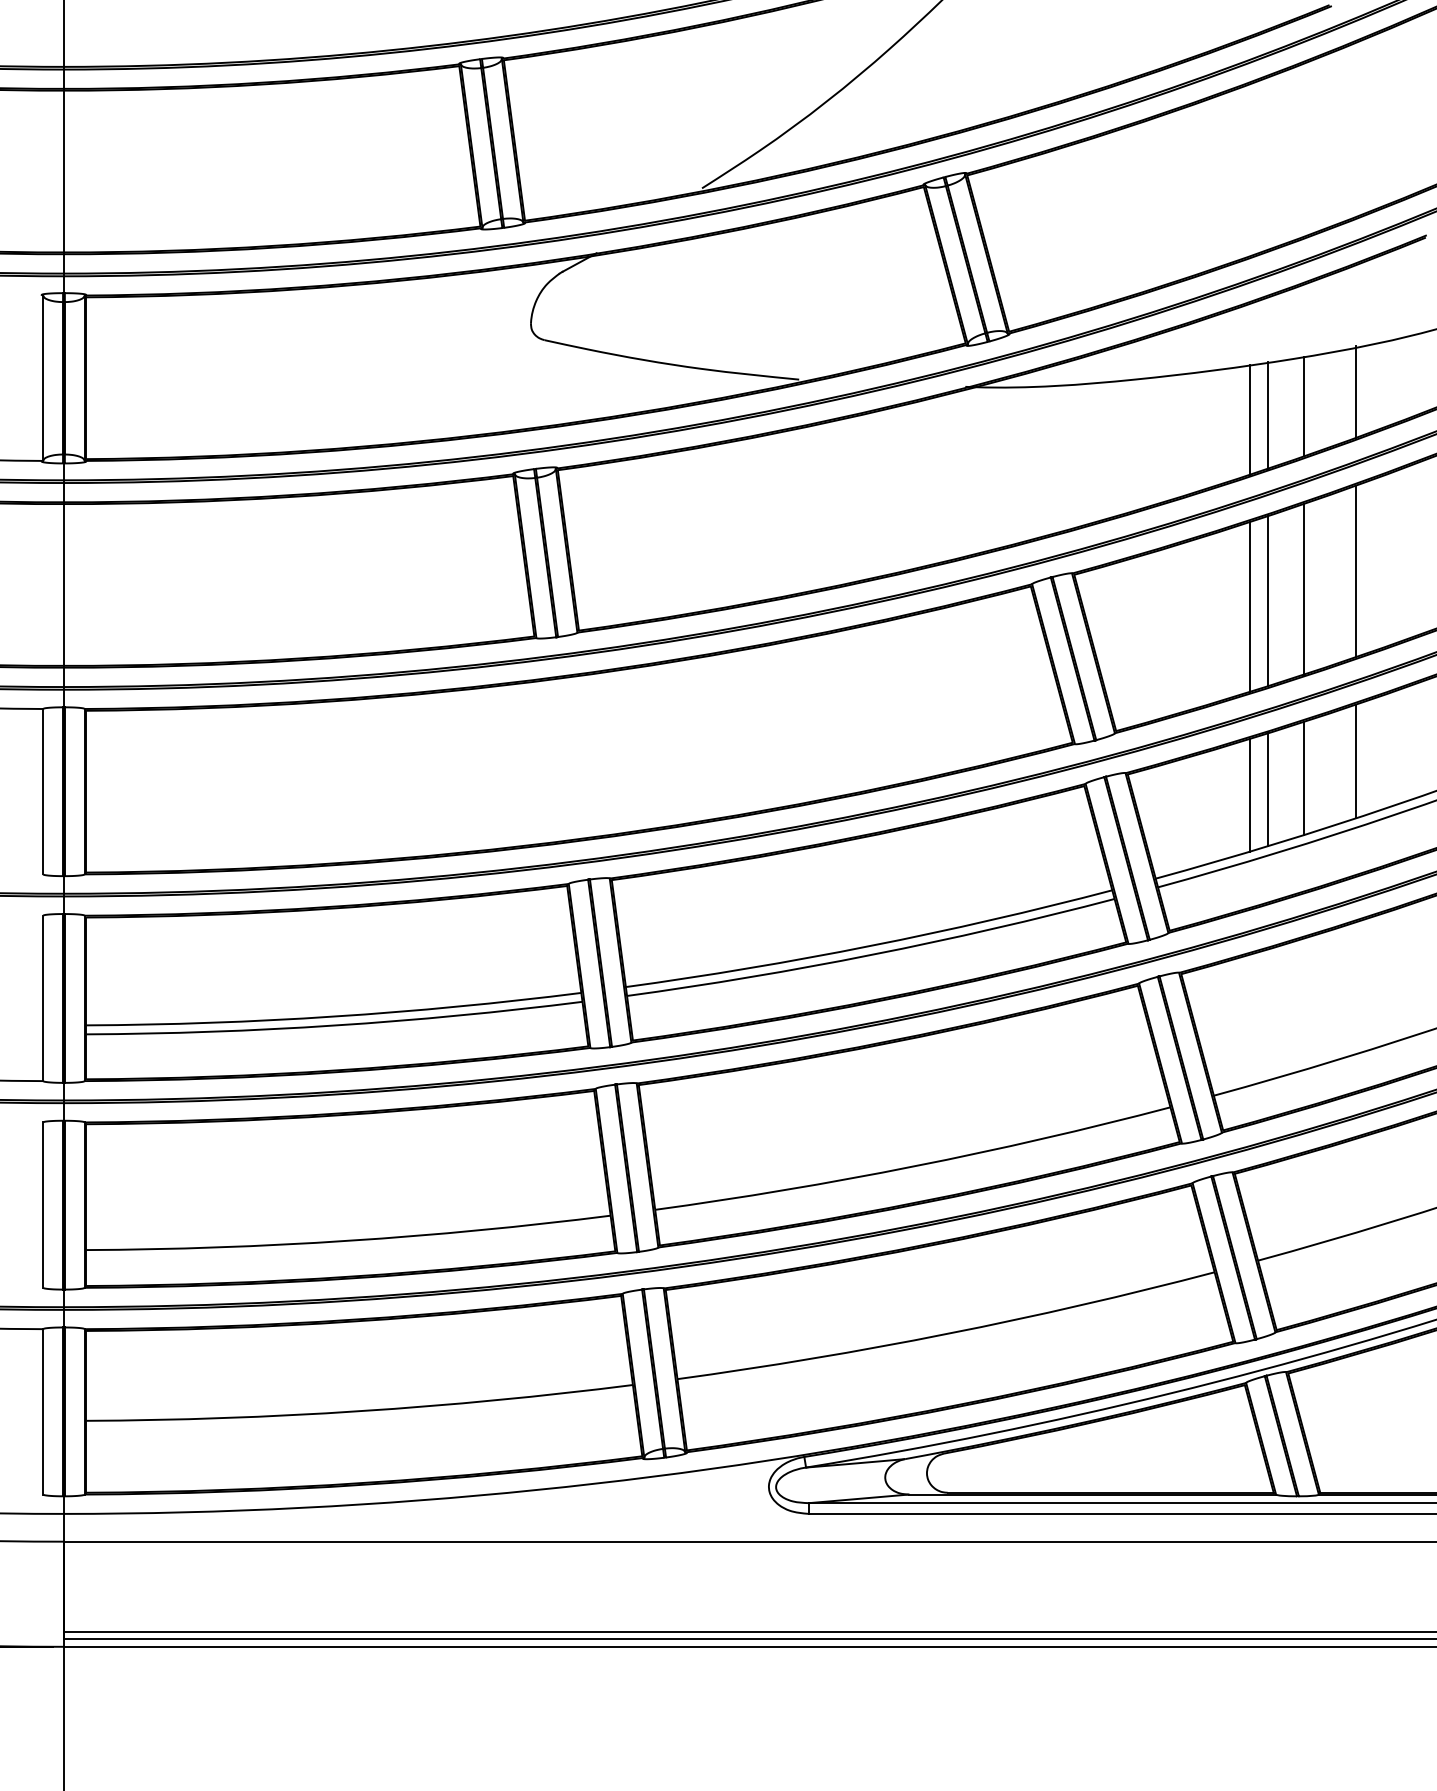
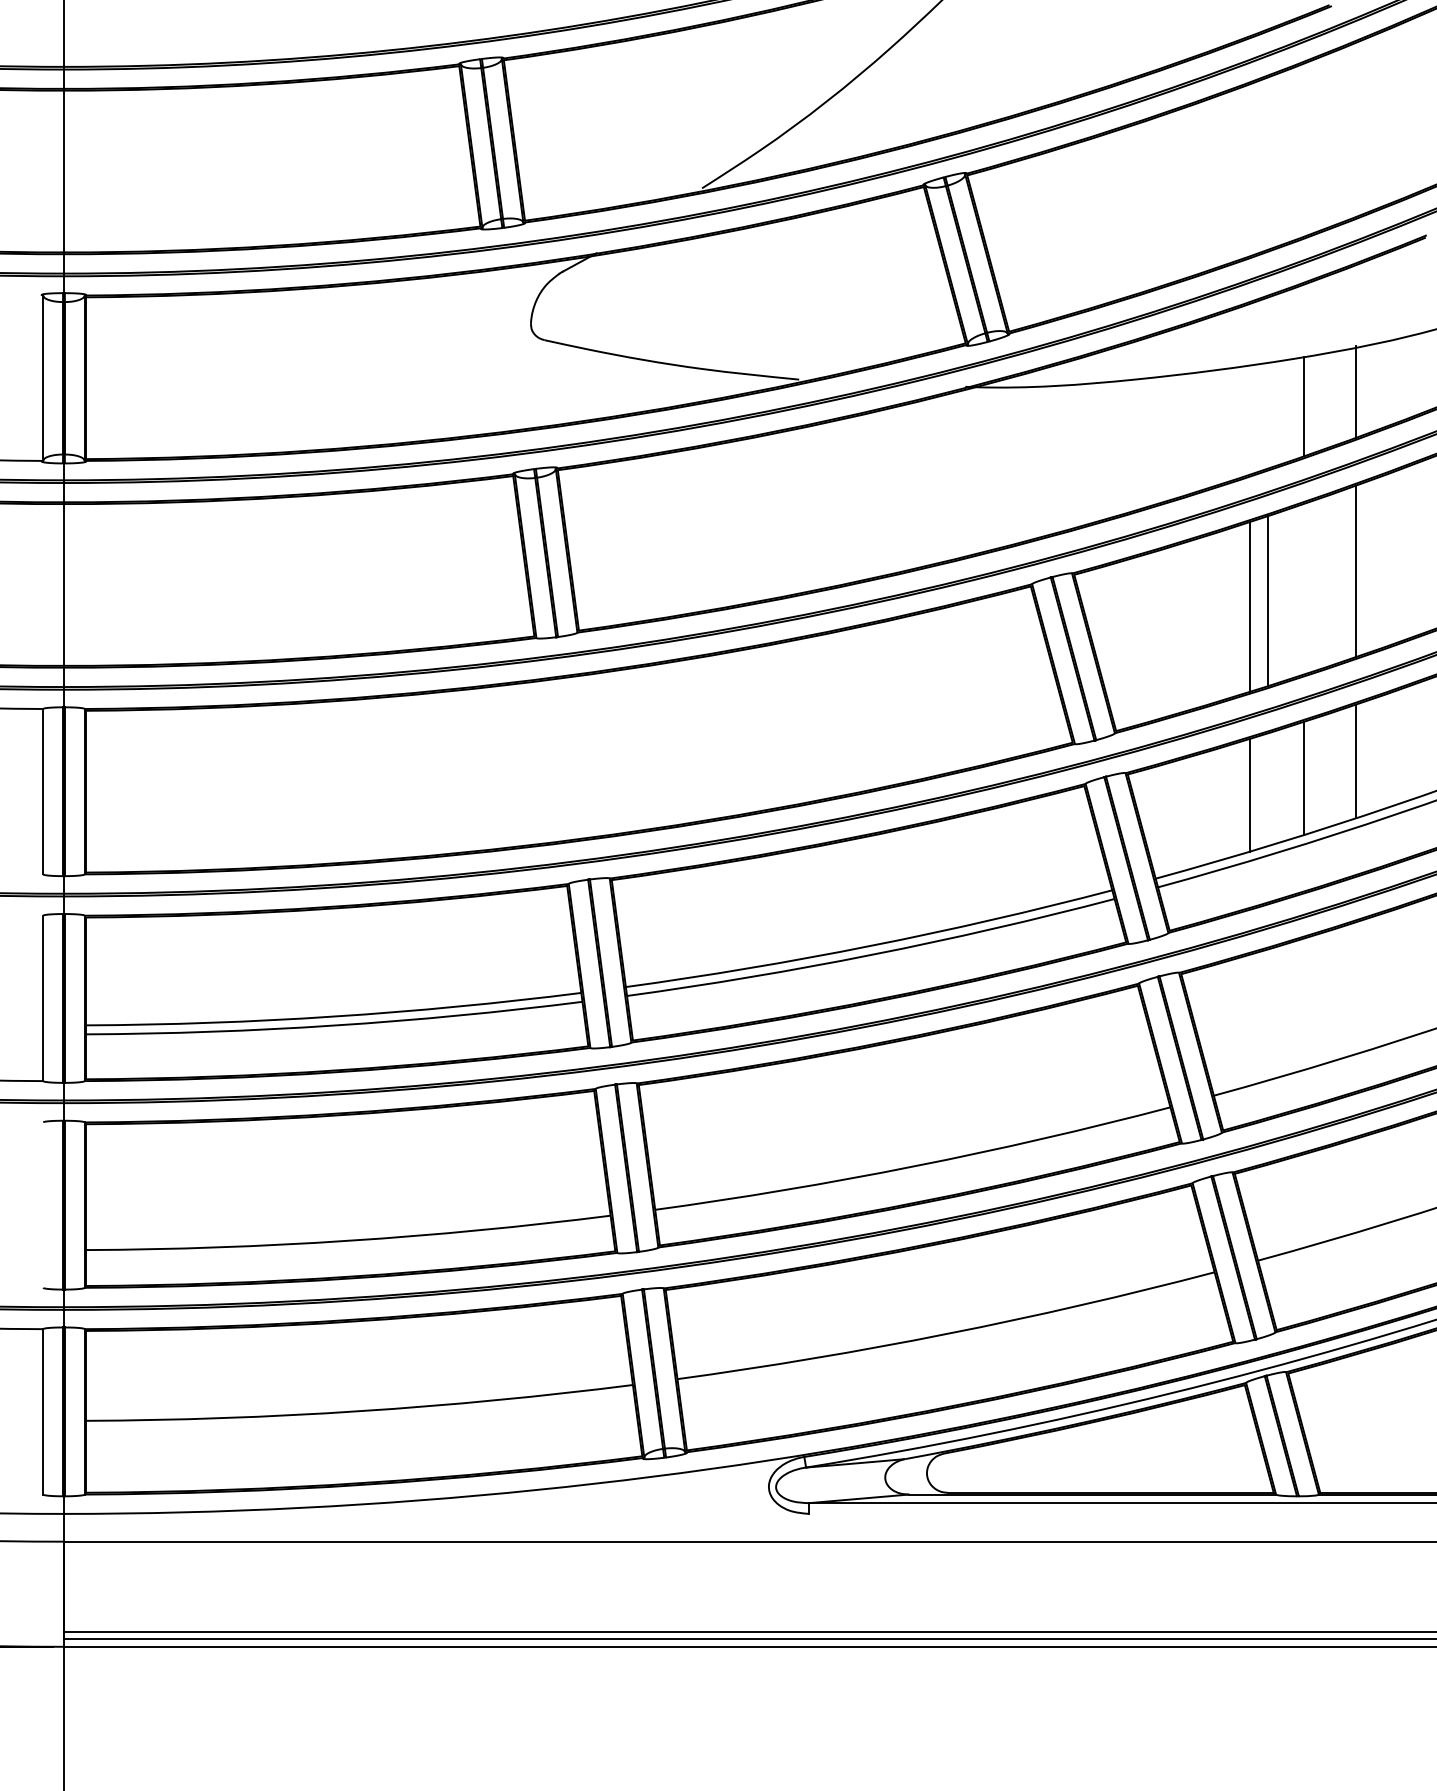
line at (1268, 415): present -> none
line at (1250, 419): present -> none
line at (1304, 588): present -> none
line at (1268, 789): present -> none
line at (43, 1204): present -> none
line at (1120, 1513): present -> none
